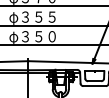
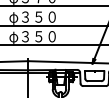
text at (51, 16): φ３５５ -> φ３５０
